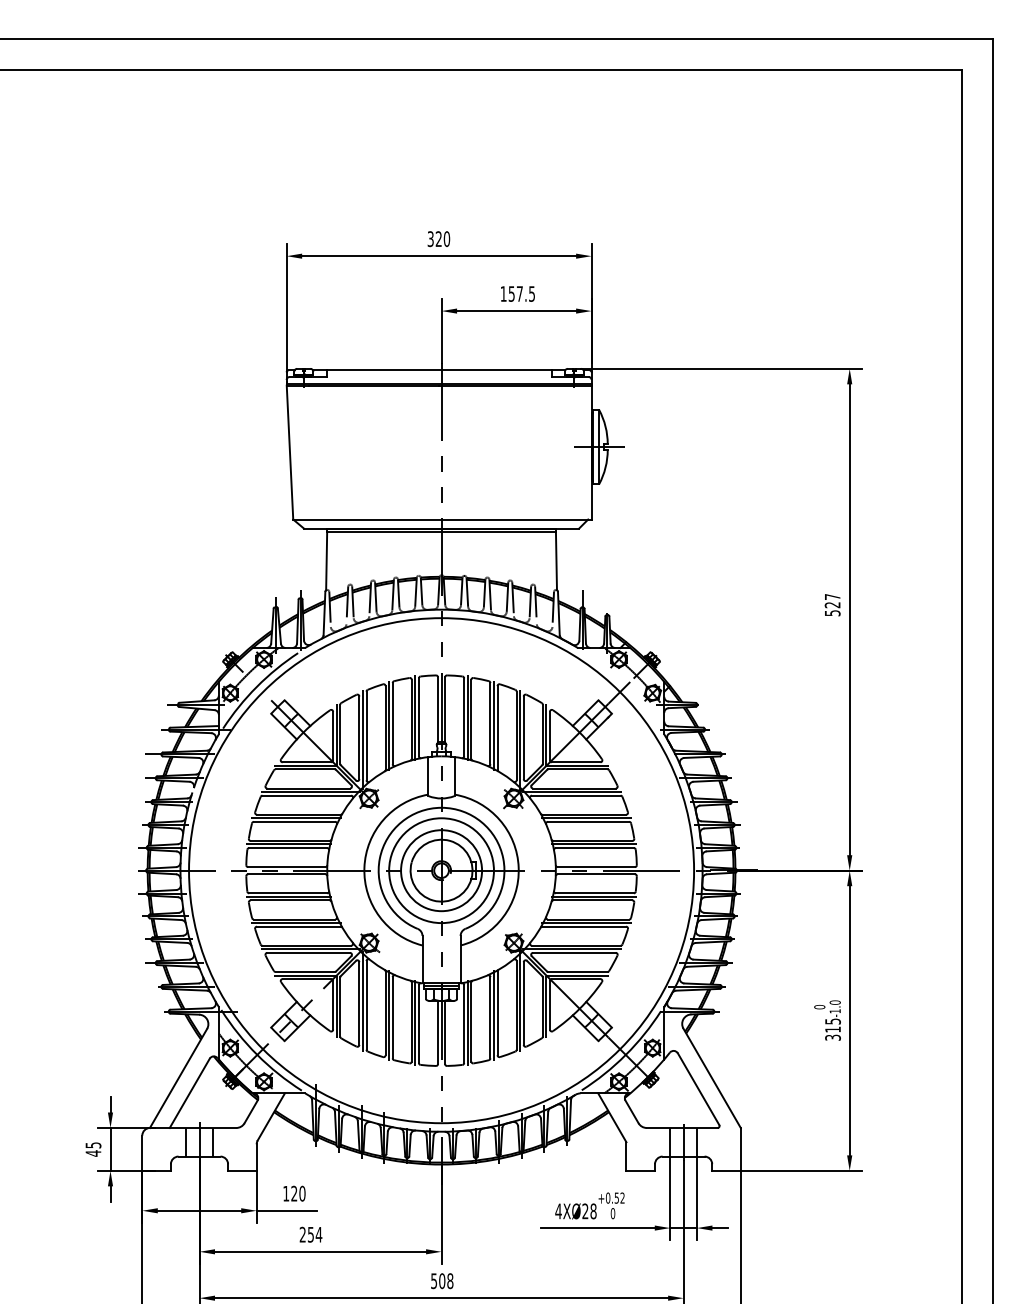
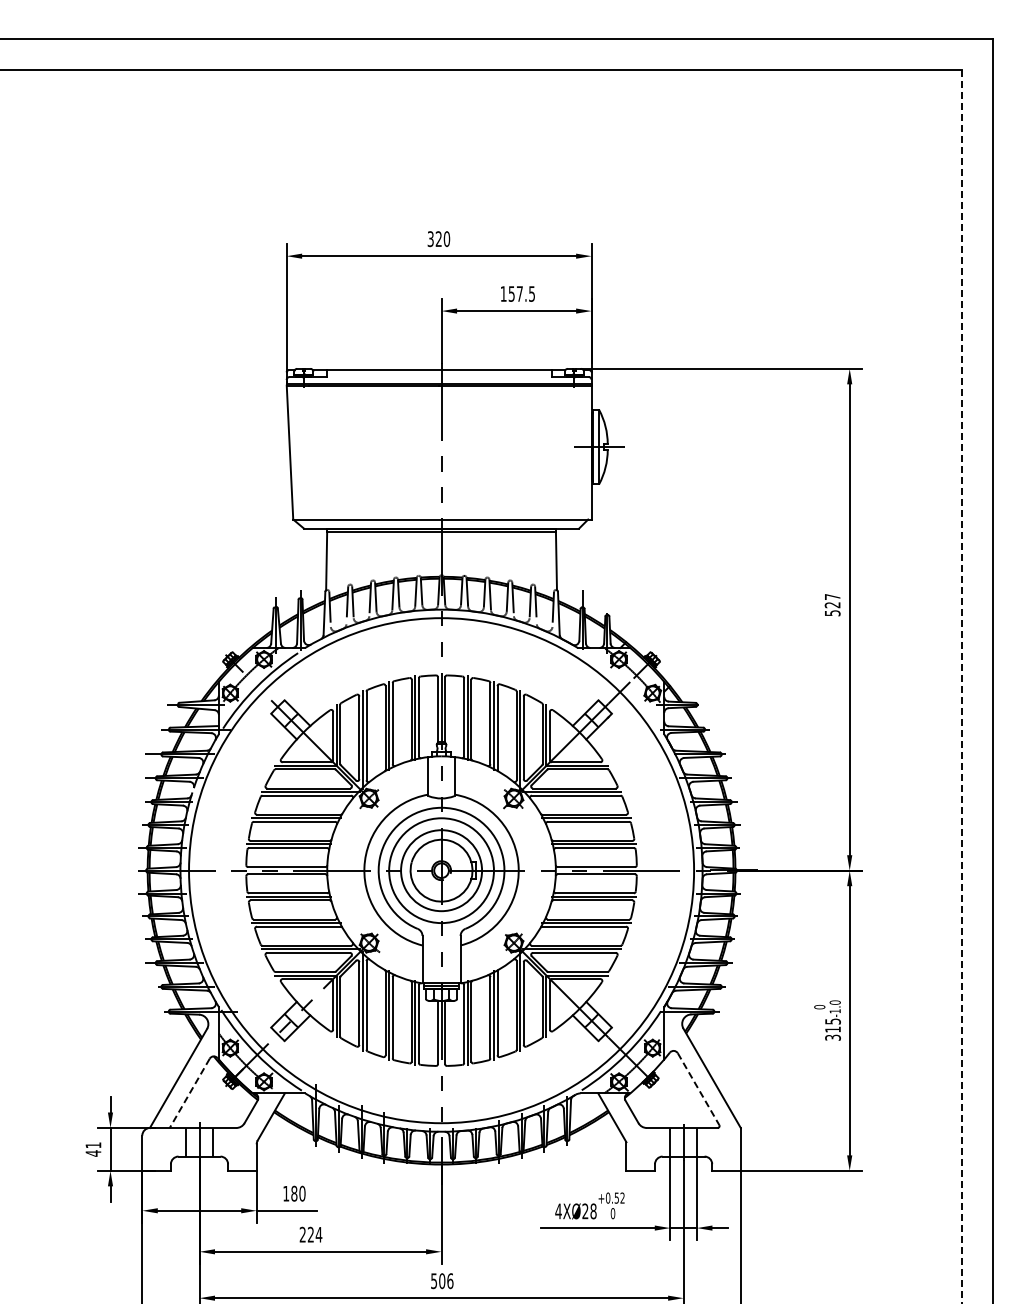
line at (962, 686): solid -> dashed
line at (698, 1089): solid -> dashed
line at (189, 1093): solid -> dashed
text at (93, 1145): 45 -> 41
text at (294, 1193): 120 -> 180
text at (310, 1234): 254 -> 224
text at (450, 1280): 508 -> 506
